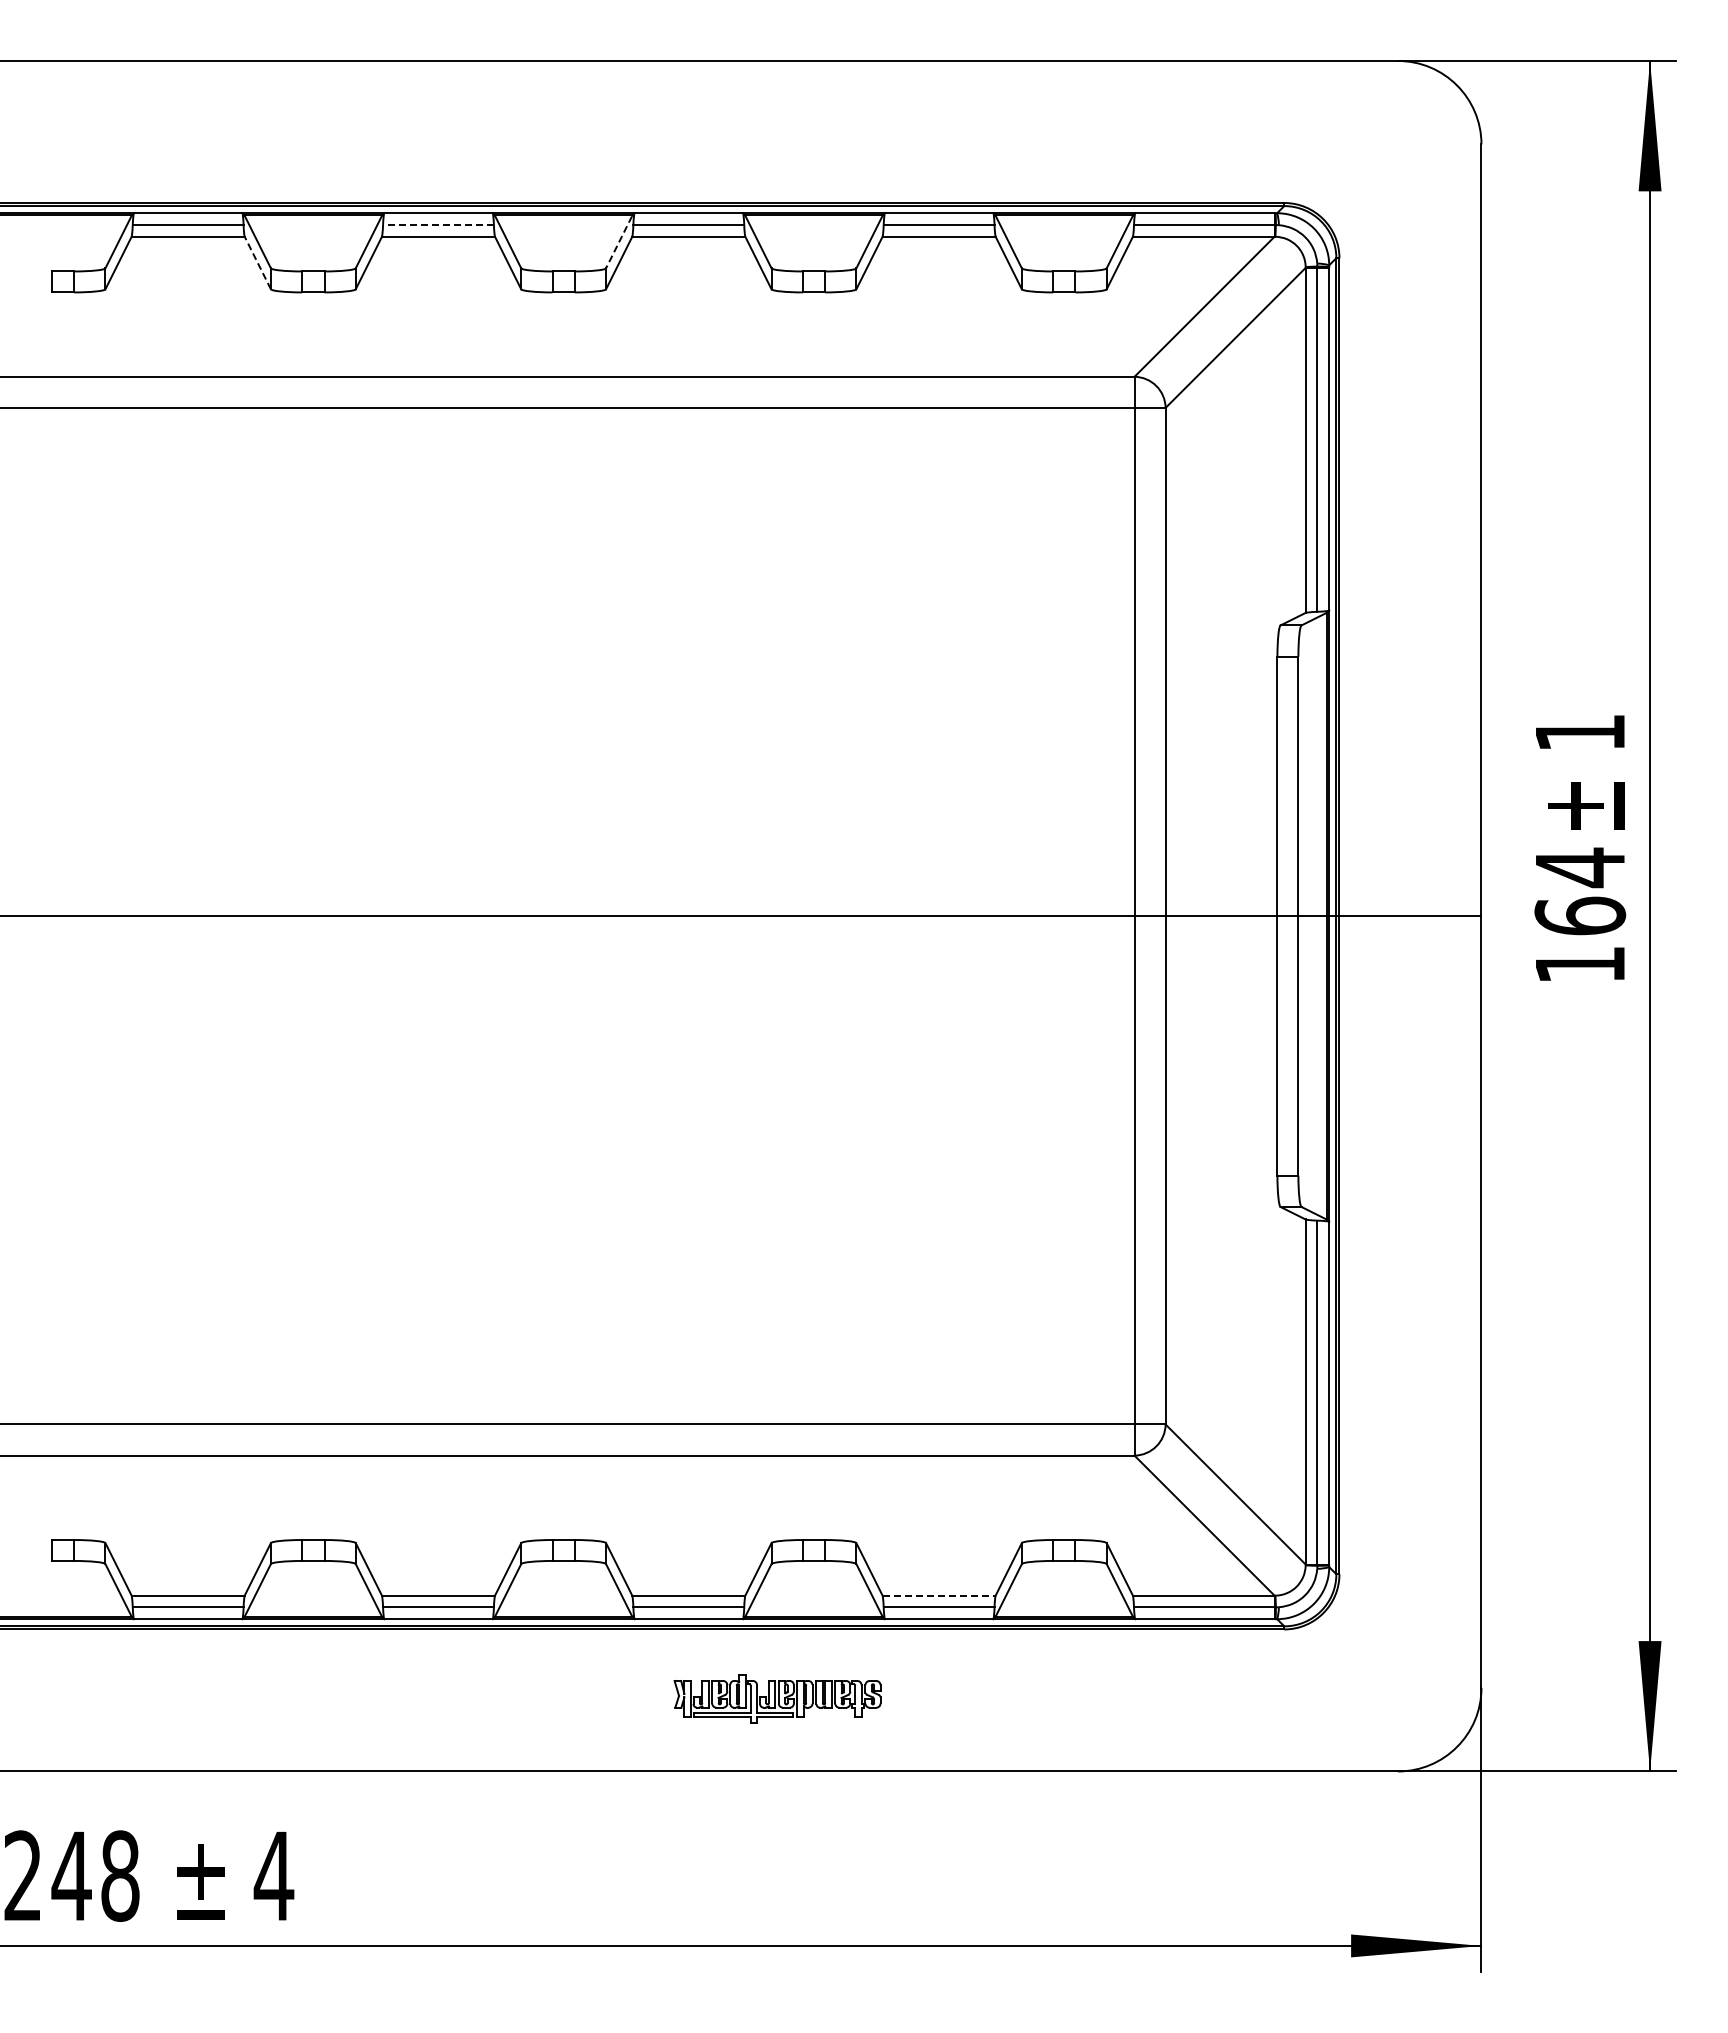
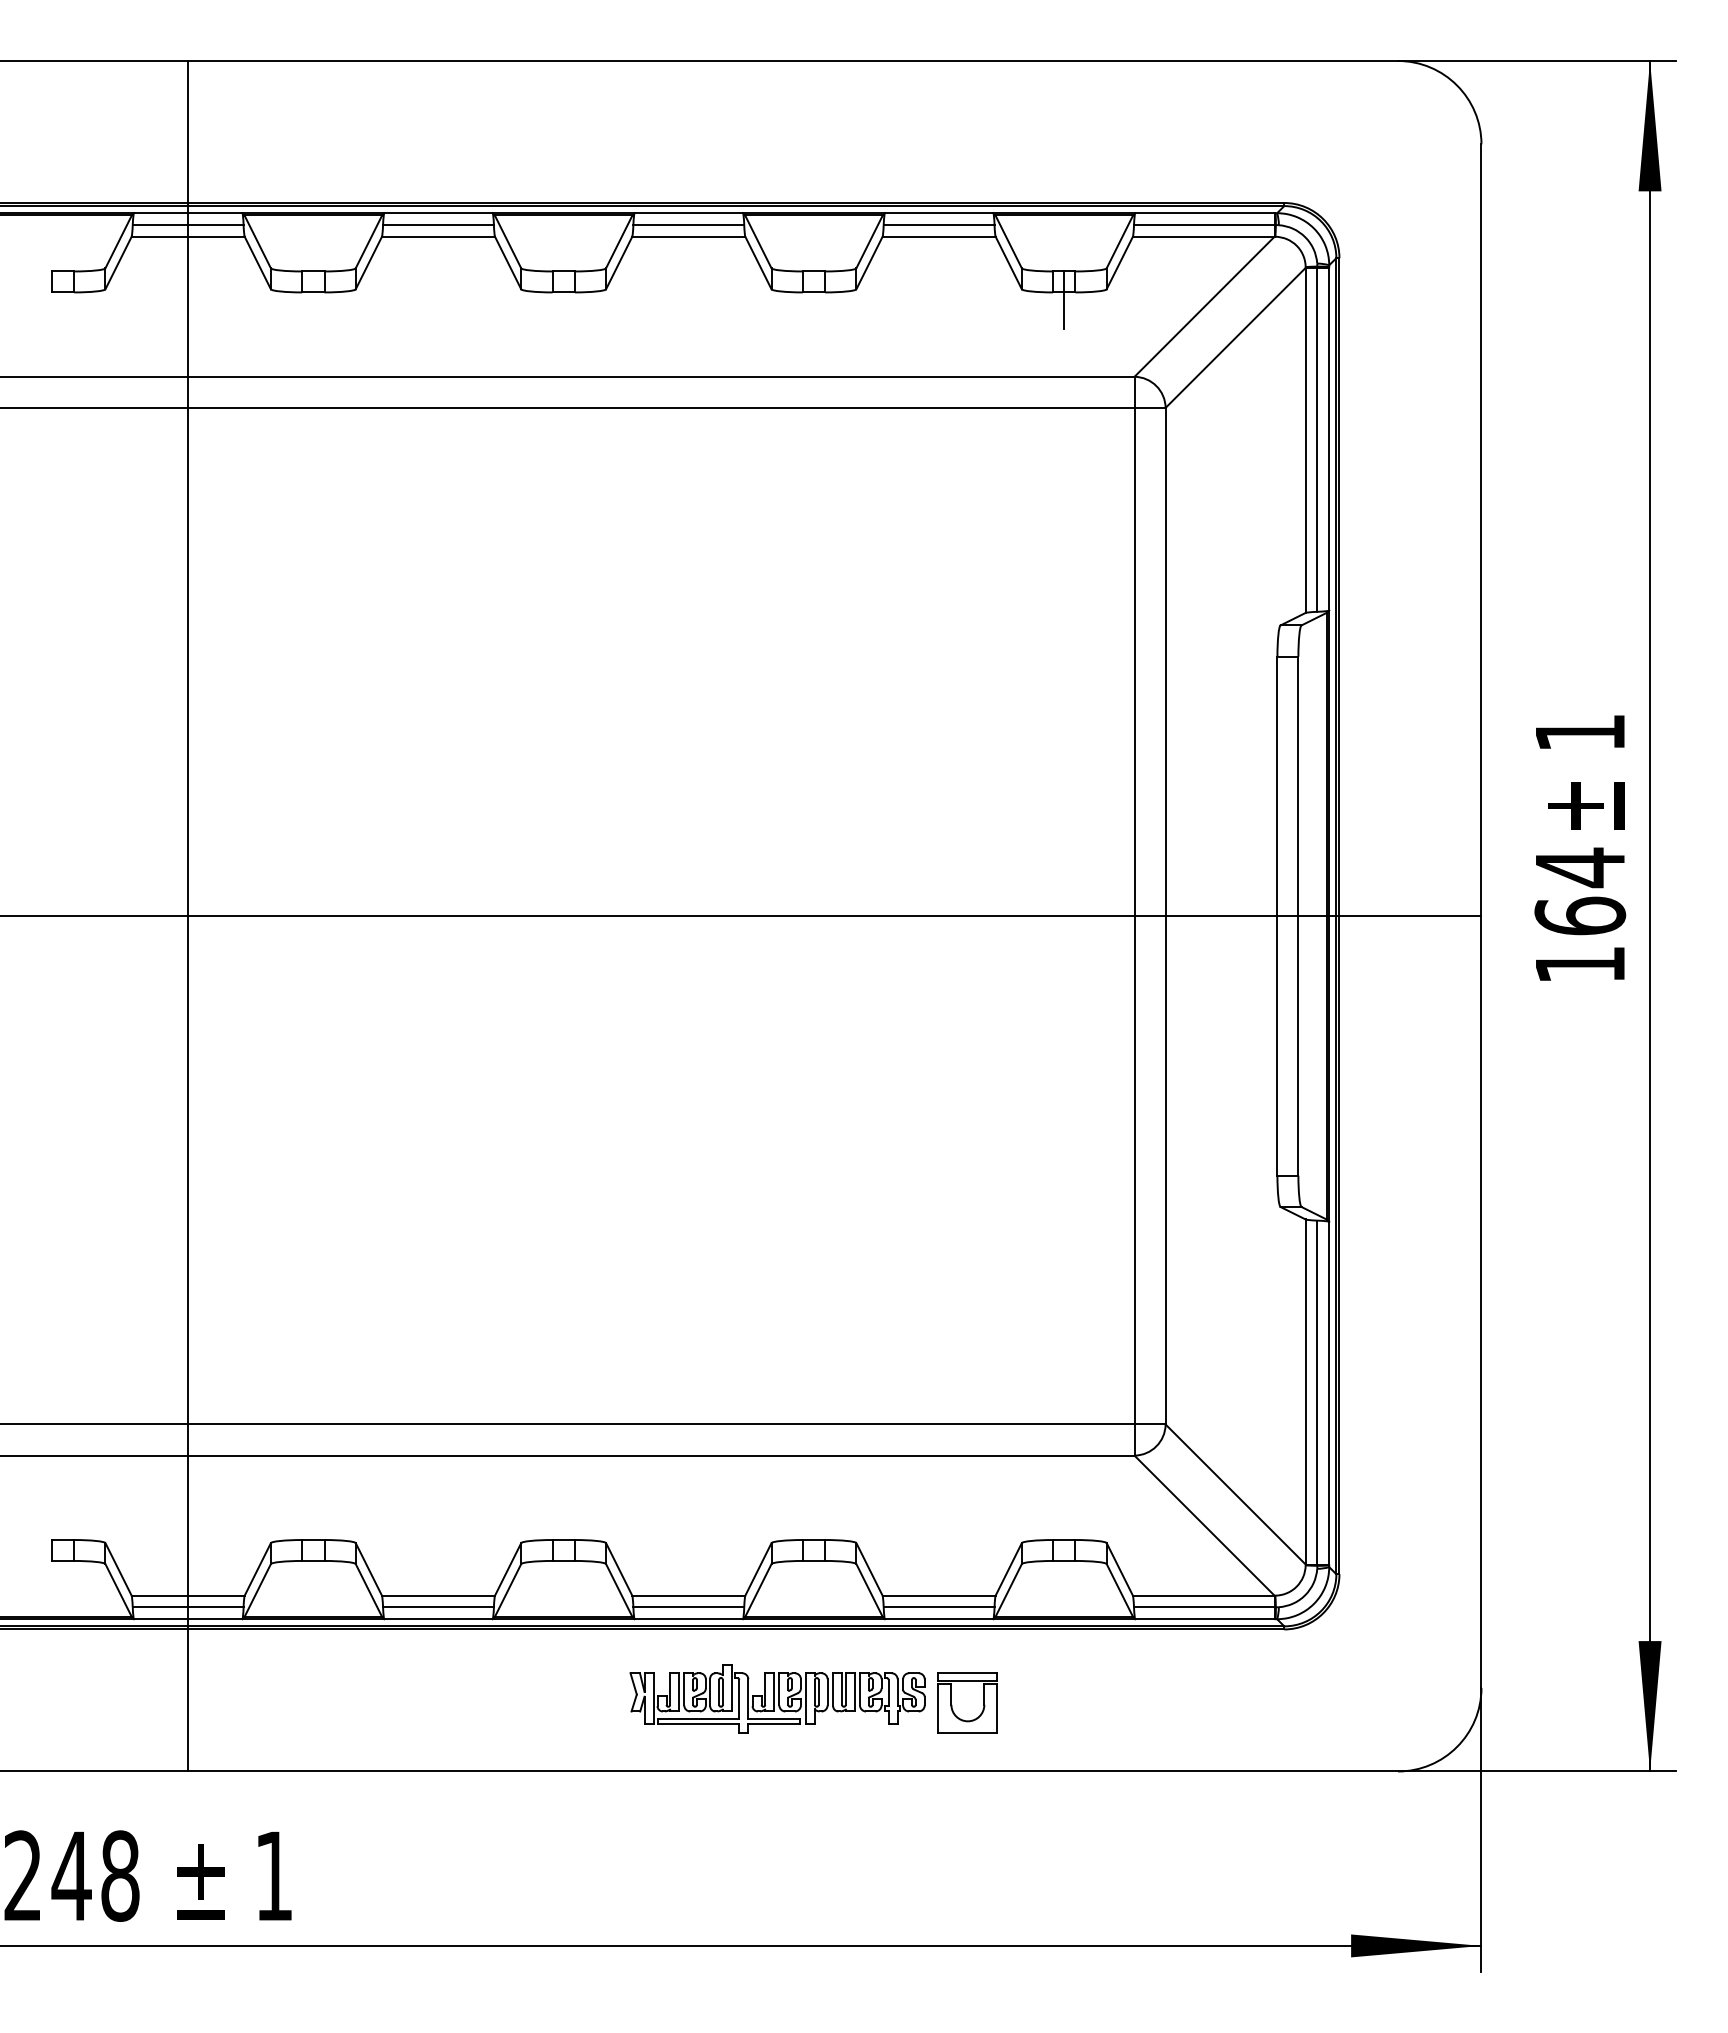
line at (438, 225): dashed -> solid
line at (618, 242): dashed -> solid
line at (257, 262): dashed -> solid
line at (1064, 300): none -> present
line at (188, 915): none -> present
line at (939, 1595): dashed -> solid
part at (777, 1698) size: 209x50 px -> 297x70 px
part at (952, 1705): none -> present
text at (273, 1875): 4 -> 1
